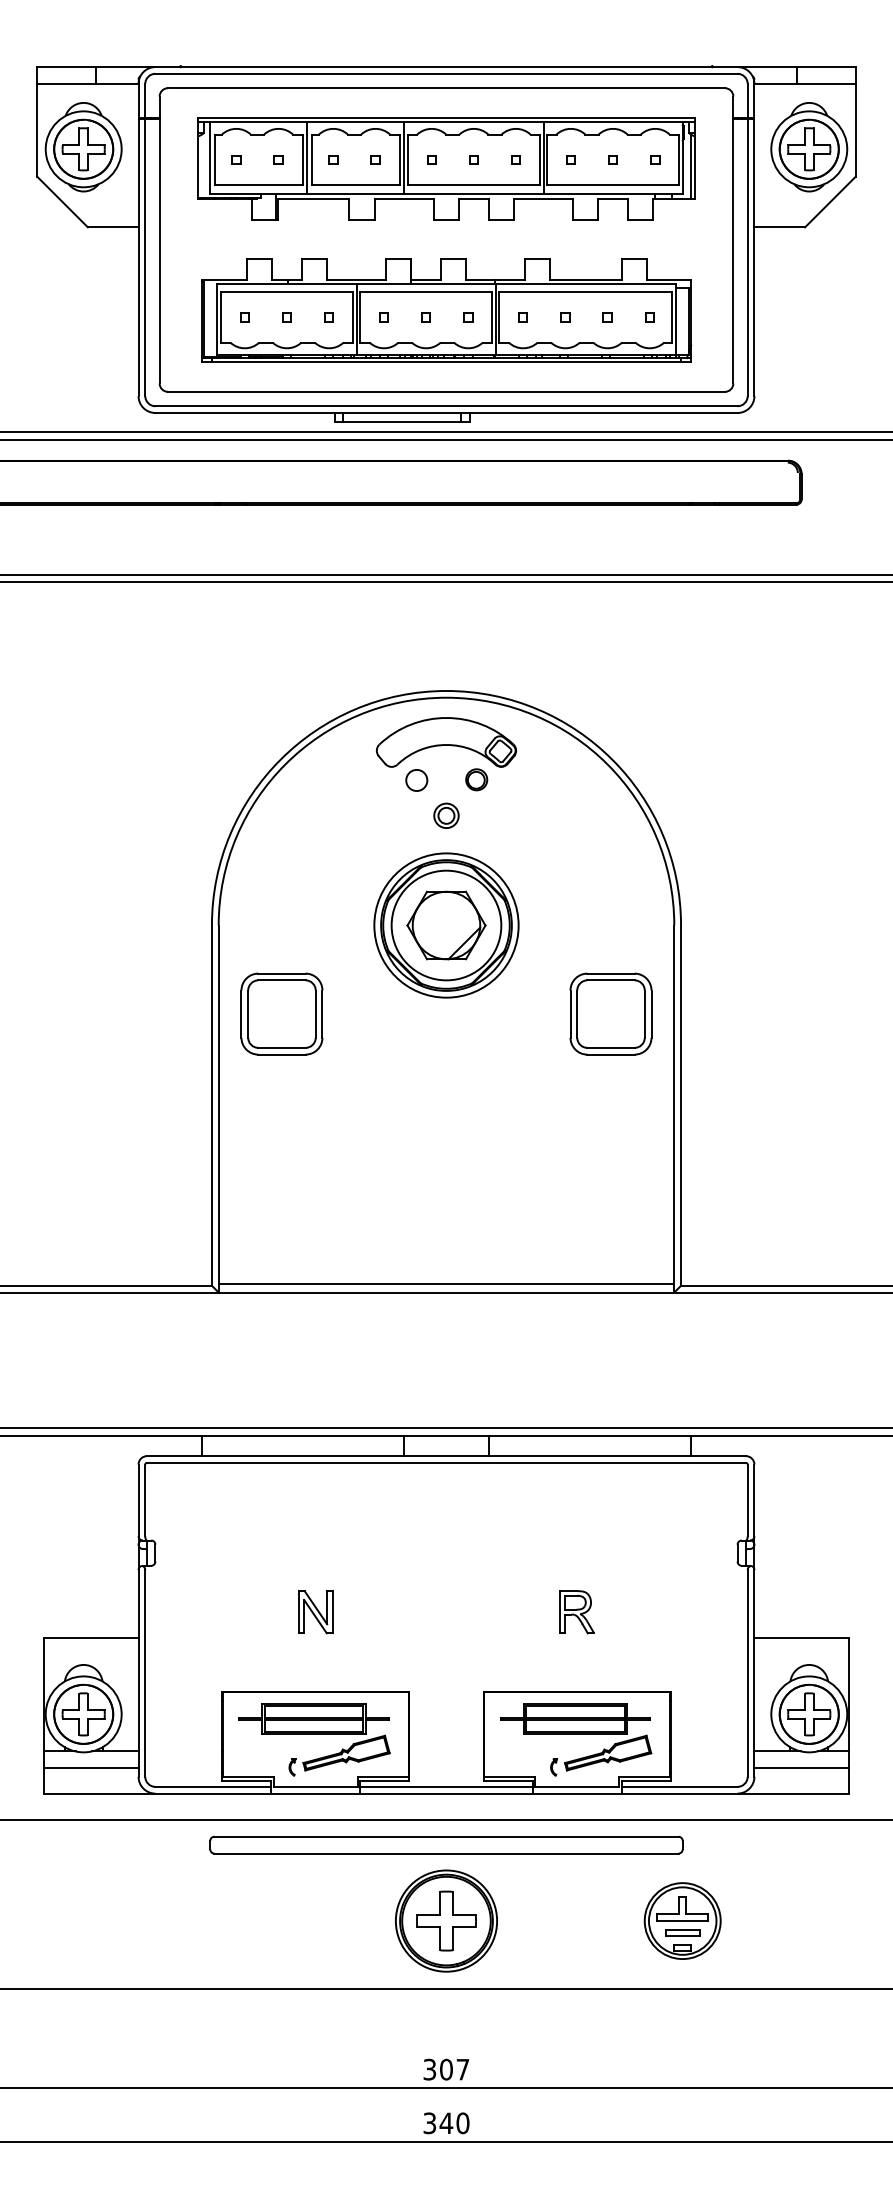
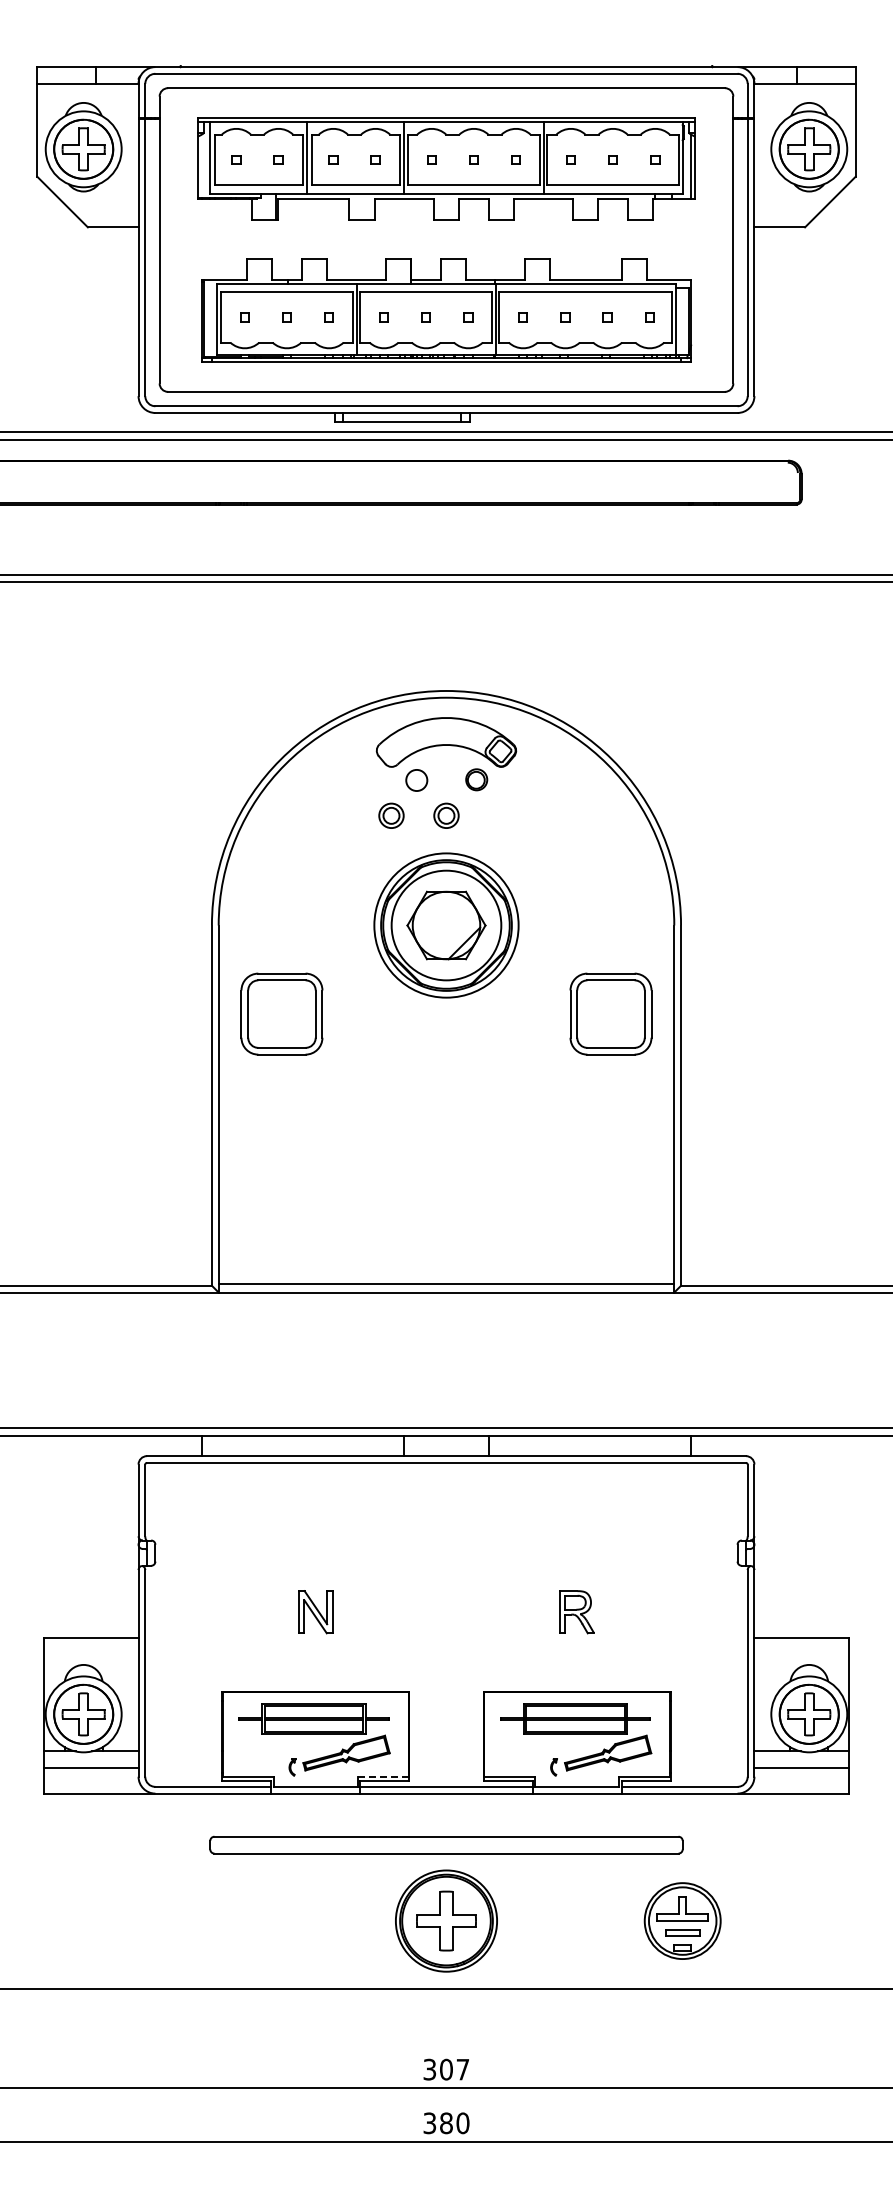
part at (391, 815): none -> present
line at (382, 1776): solid -> dashed
line at (445, 1819): present -> none
text at (446, 2123): 340 -> 380
